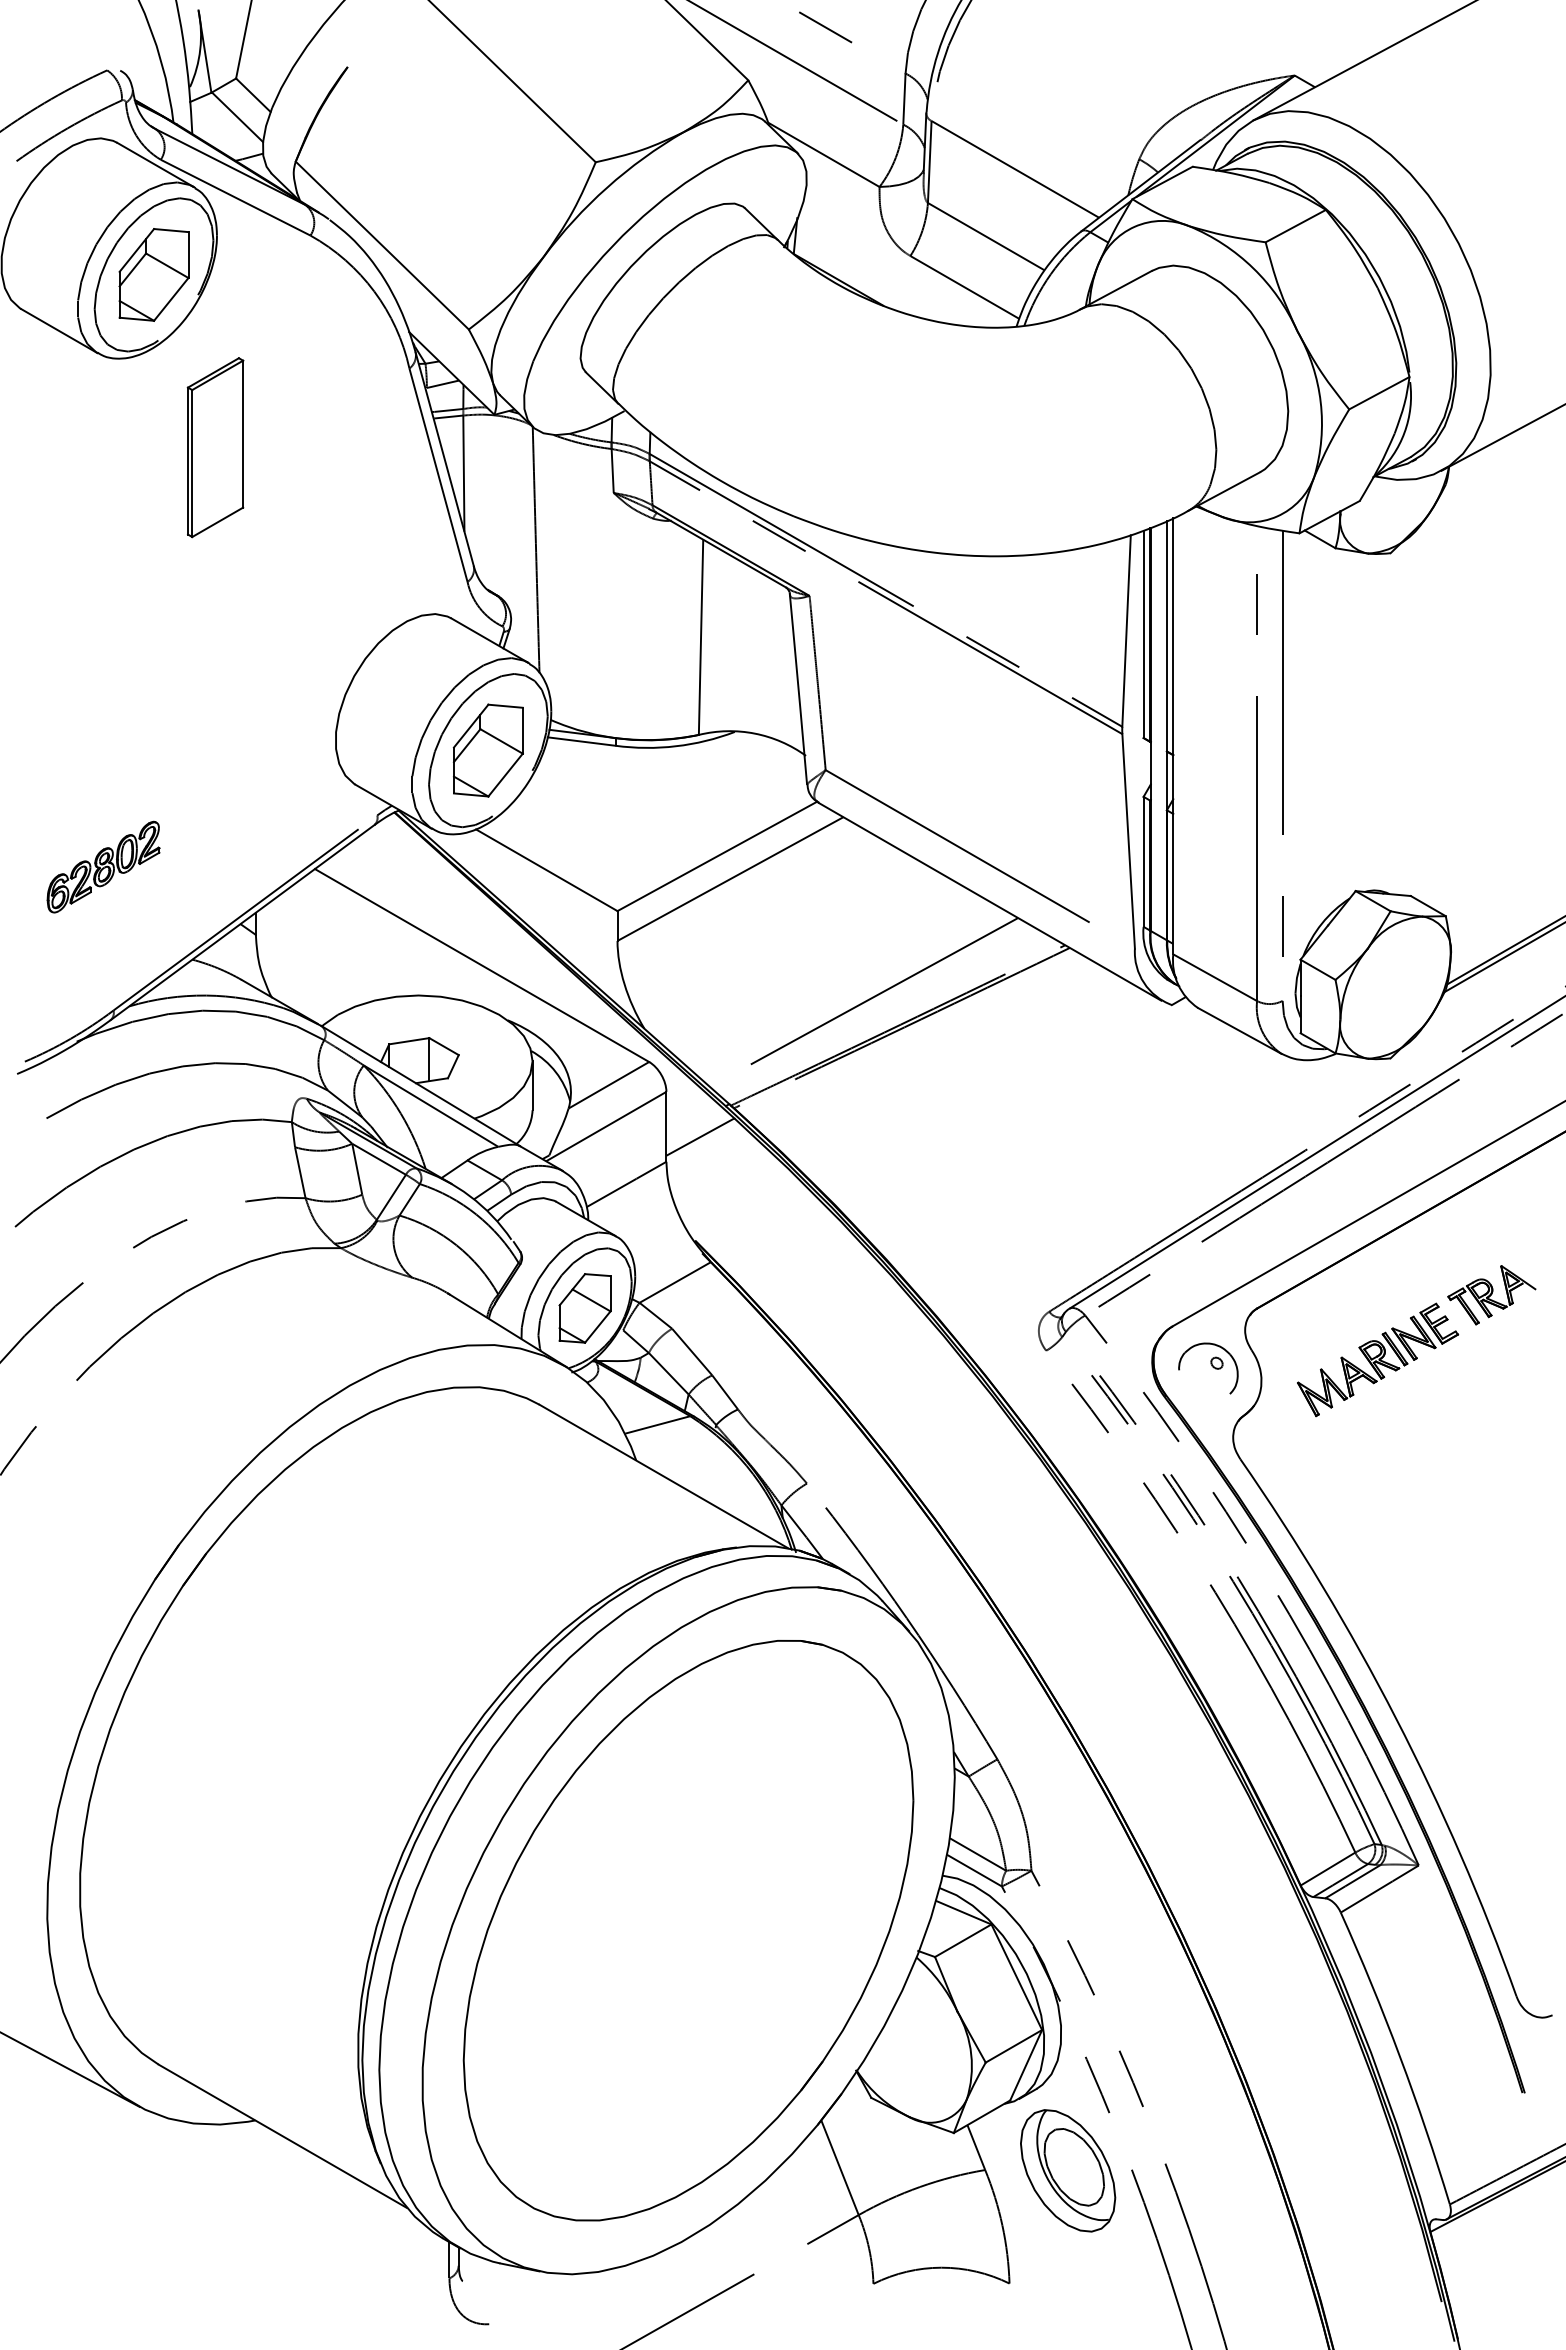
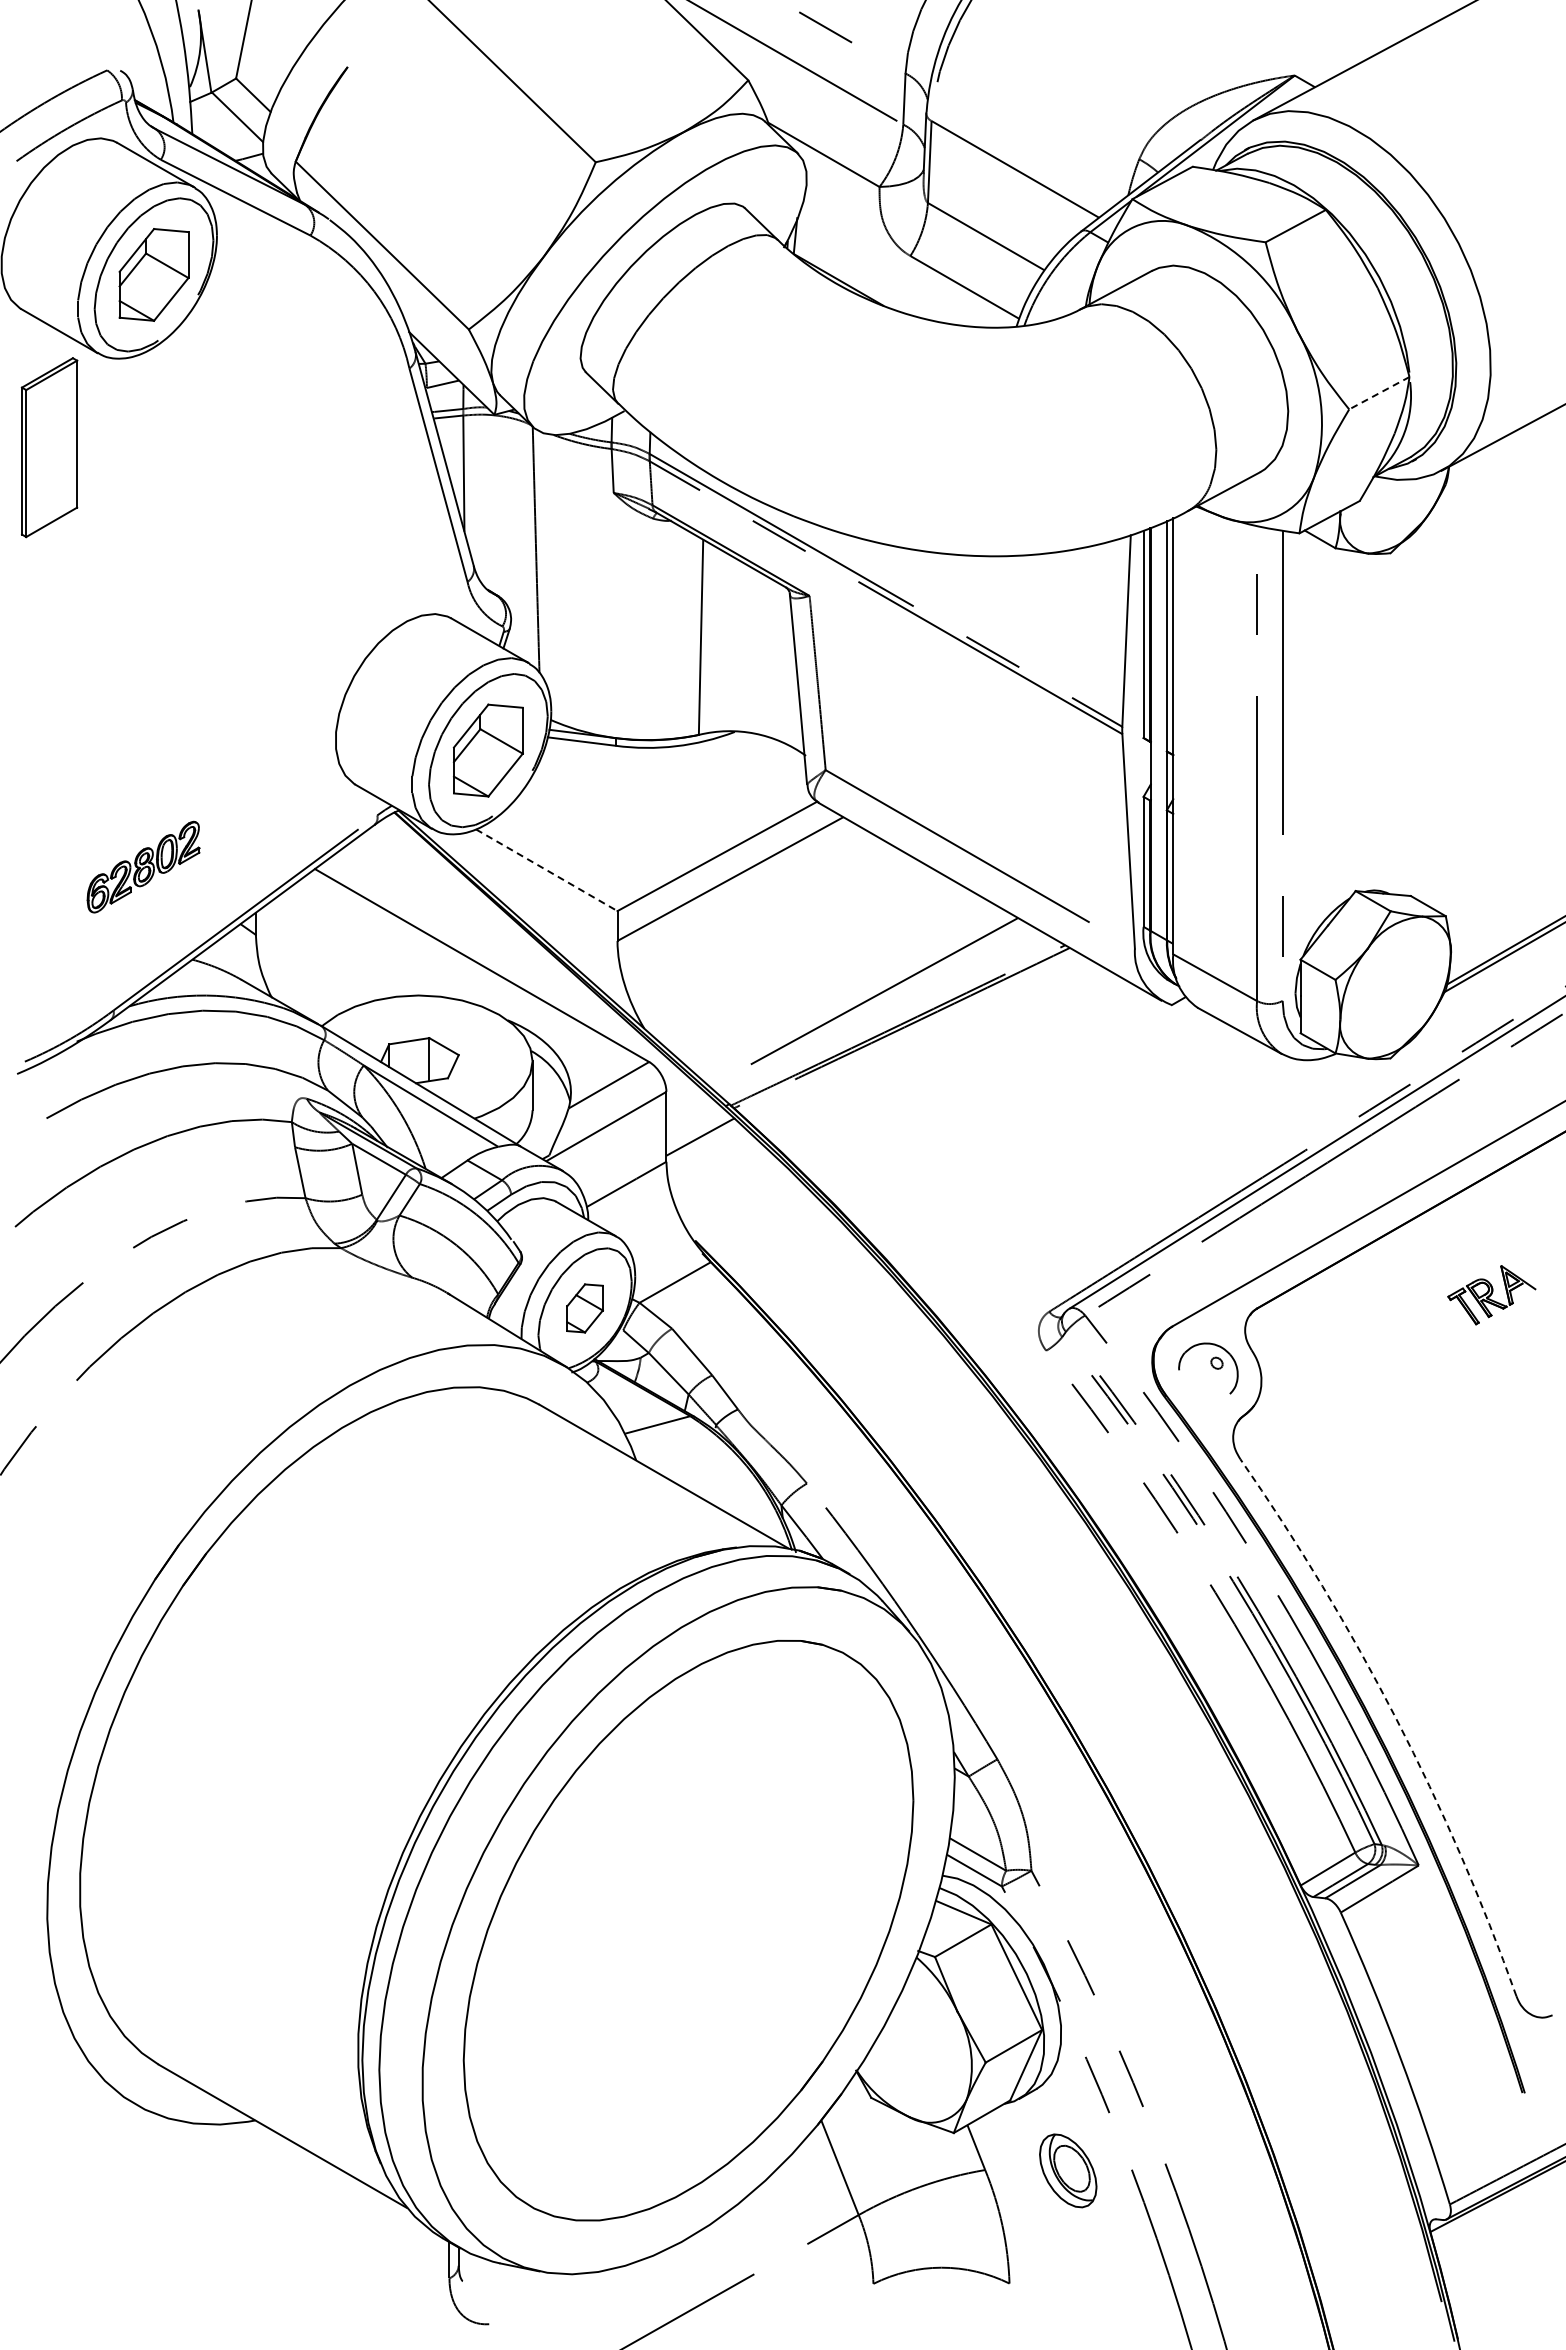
line at (1378, 393): solid -> dashed
part at (215, 447) position: (215, 447) -> (49, 447)
part at (103, 866) position: (103, 866) -> (143, 866)
line at (546, 870): solid -> dashed
part at (584, 1308) size: 54x71 px -> 38x51 px
part at (1378, 1359): present -> none
arc at (1396, 1718): solid -> dashed
line at (70, 2069): present -> none
part at (1068, 2170) size: 97x124 px -> 59x76 px
